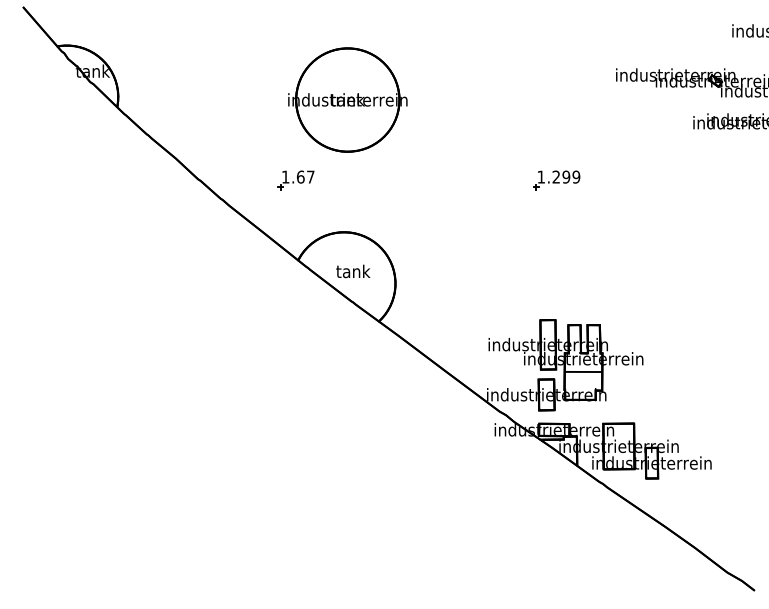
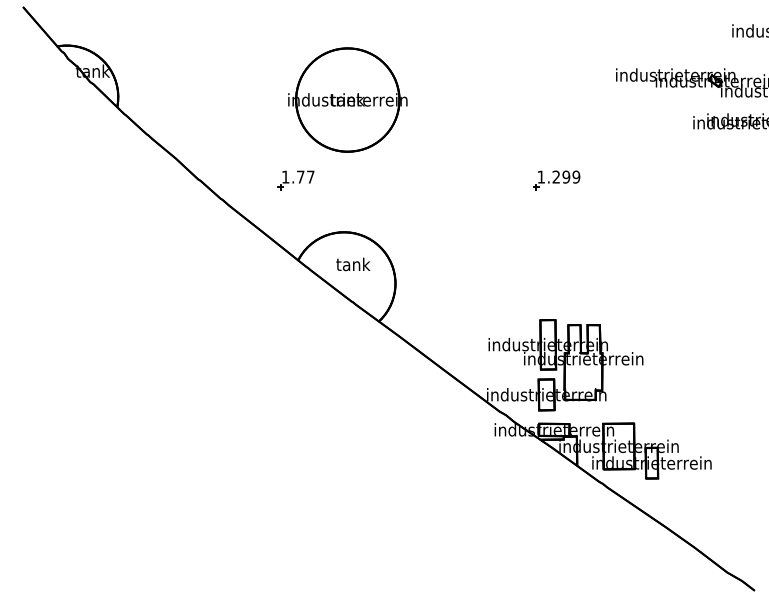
text at (300, 176): 1.67 -> 1.77
text at (353, 271) position: (353, 271) -> (353, 264)
line at (583, 371): present -> none
